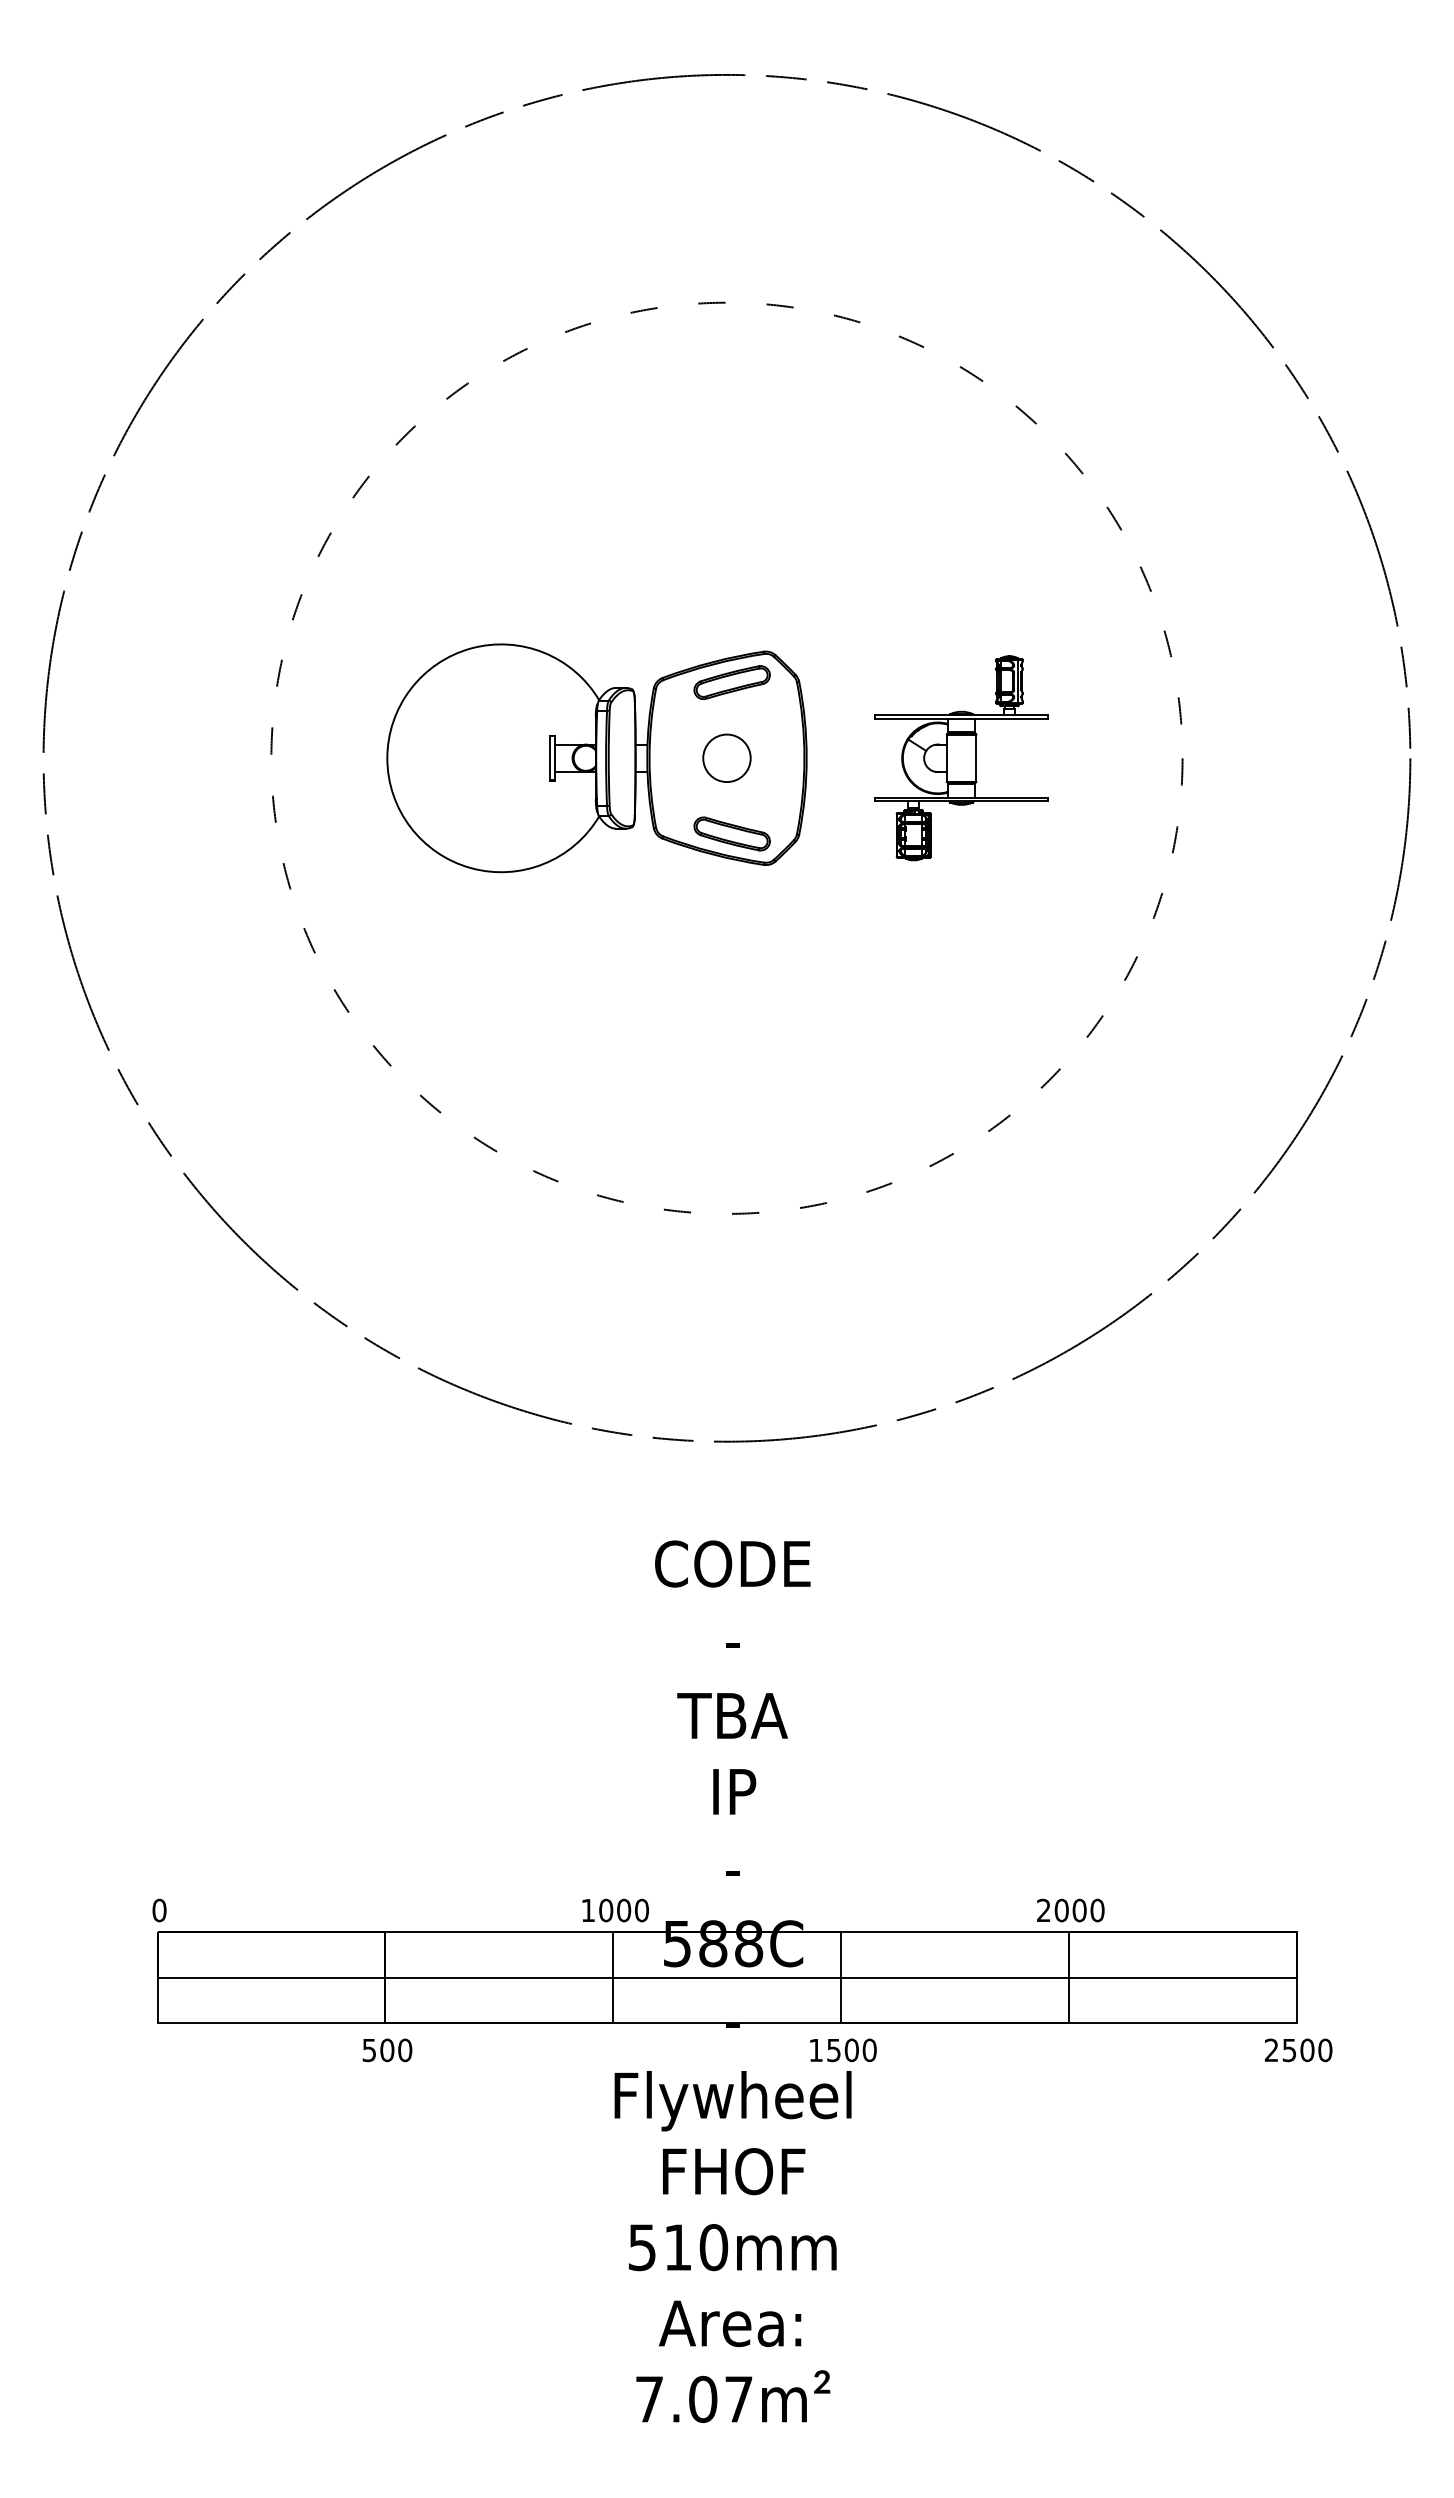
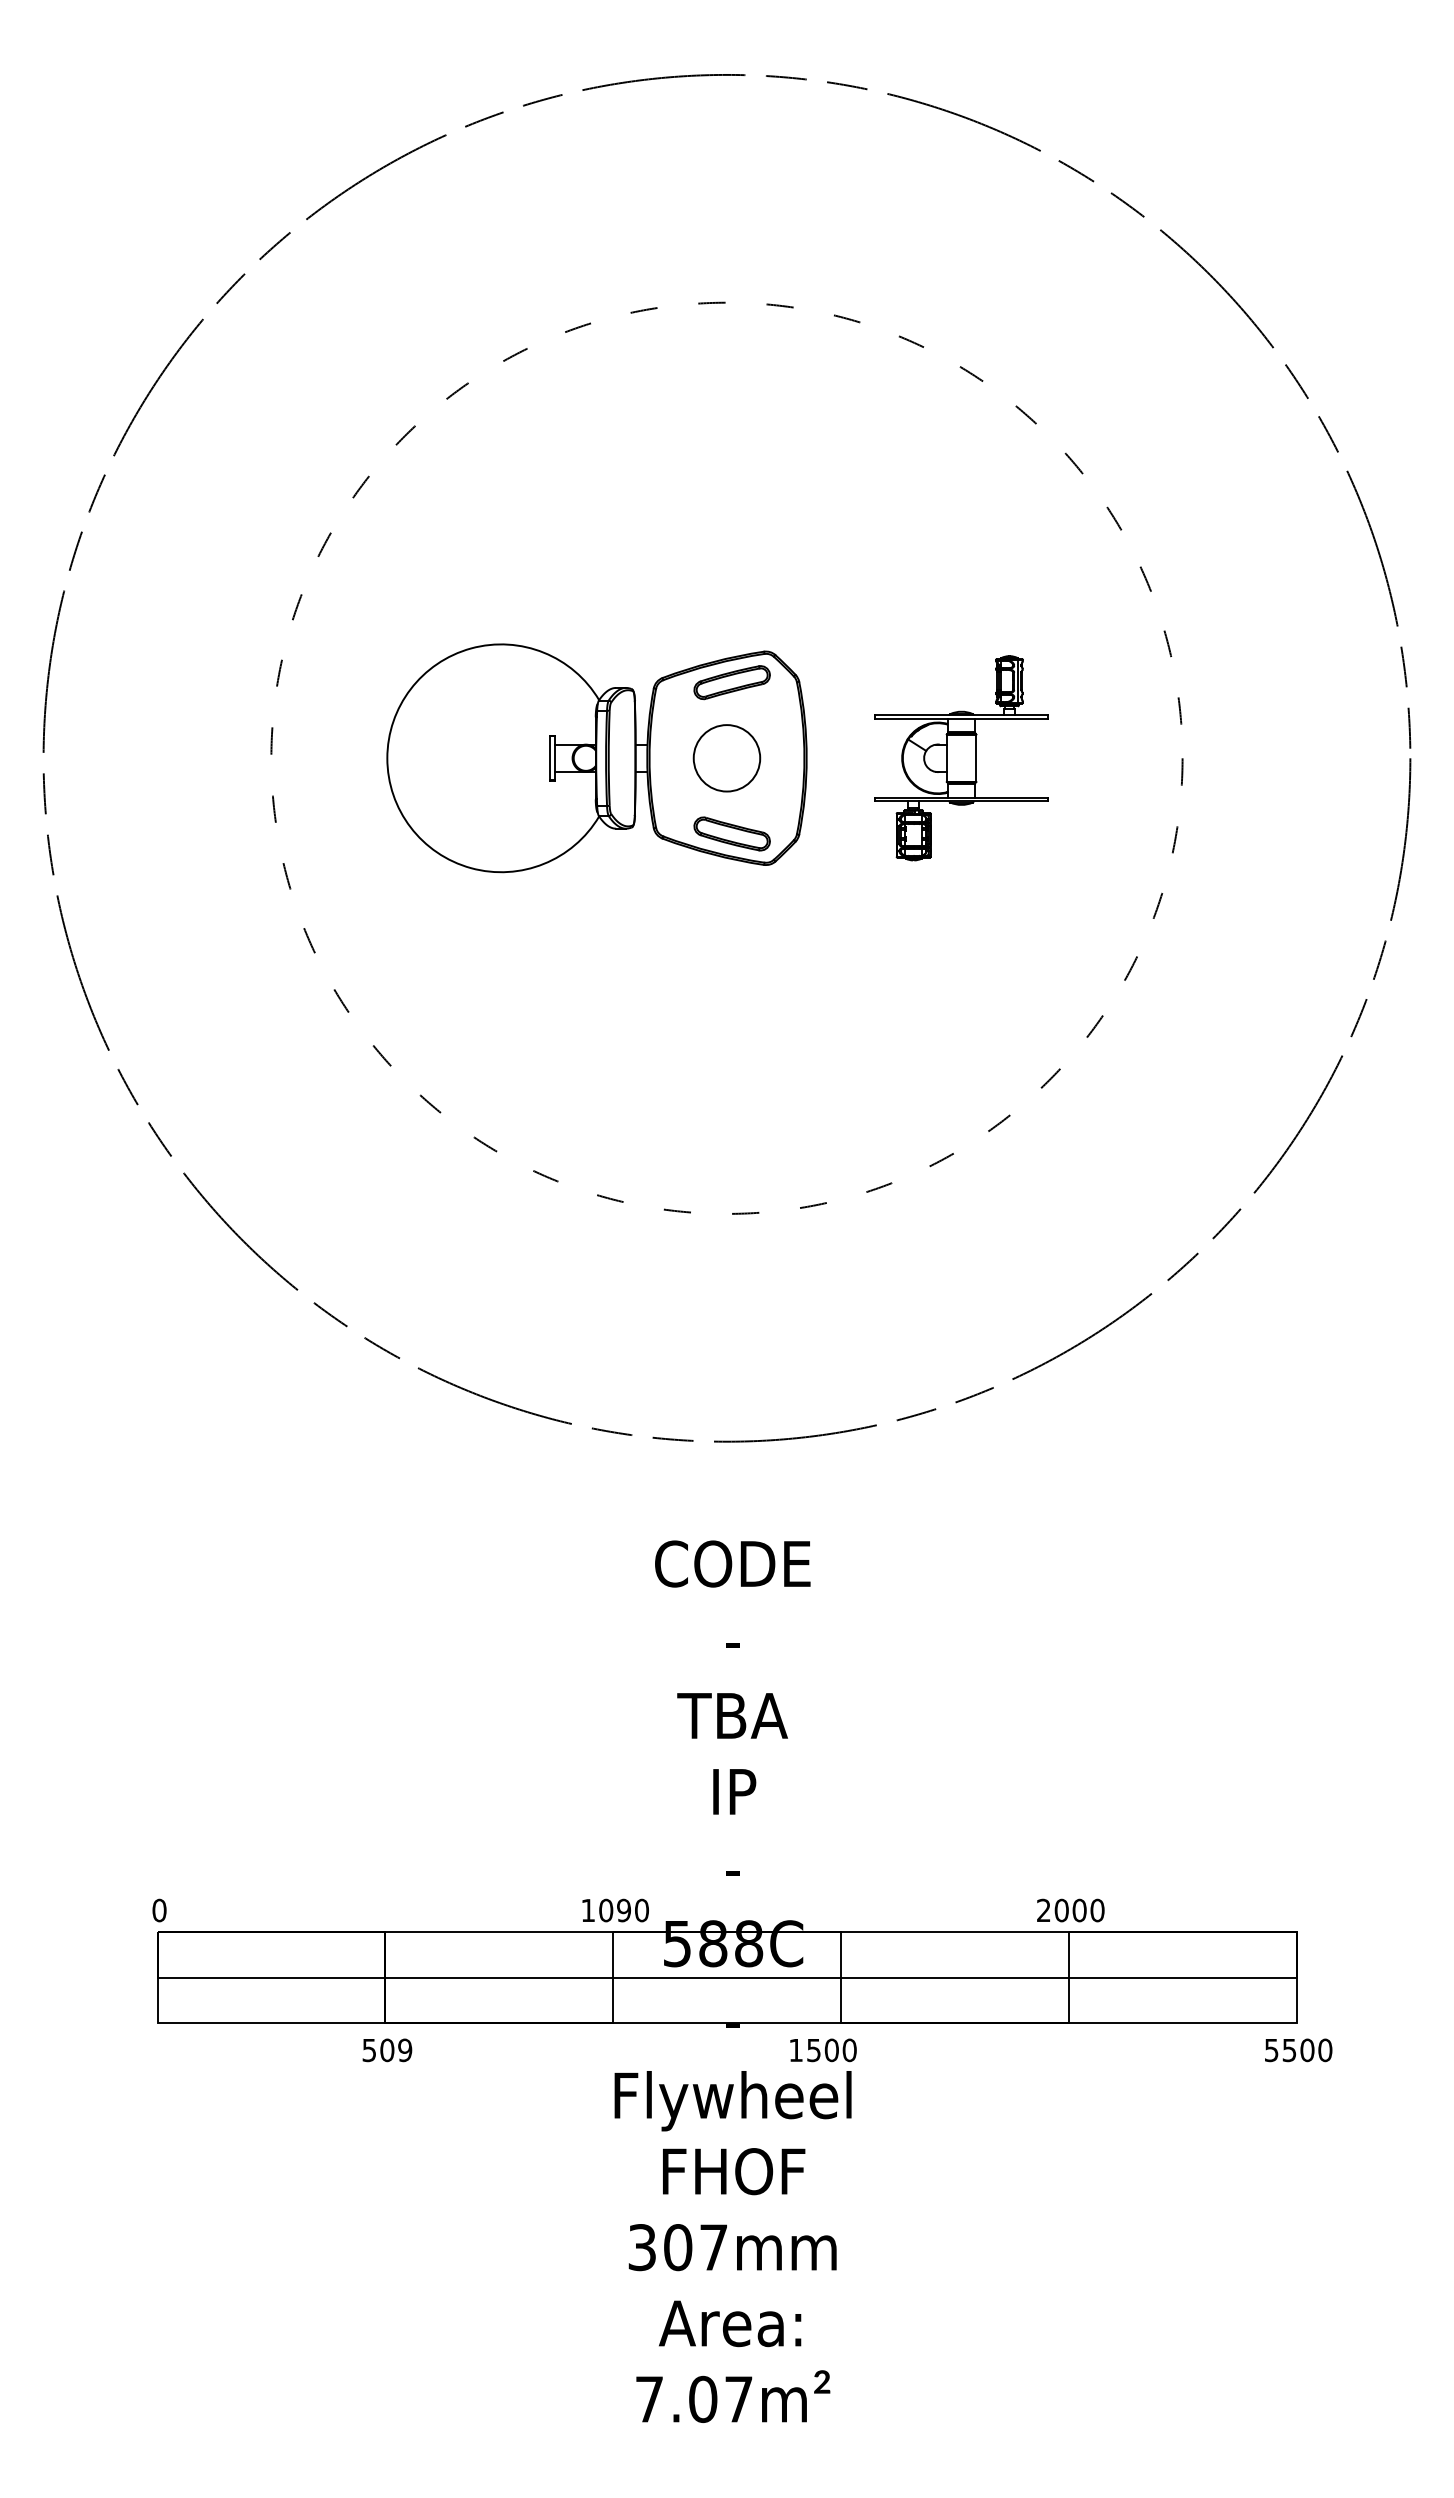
circle at (726, 758) diameter: 47 px -> 66 px
text at (624, 1910): 1000 -> 1090
text at (405, 2050): 500 -> 509
text at (843, 2050) position: (843, 2050) -> (823, 2050)
text at (1271, 2050): 2500 -> 5500
text at (678, 2247): 510mm -> 307mm
